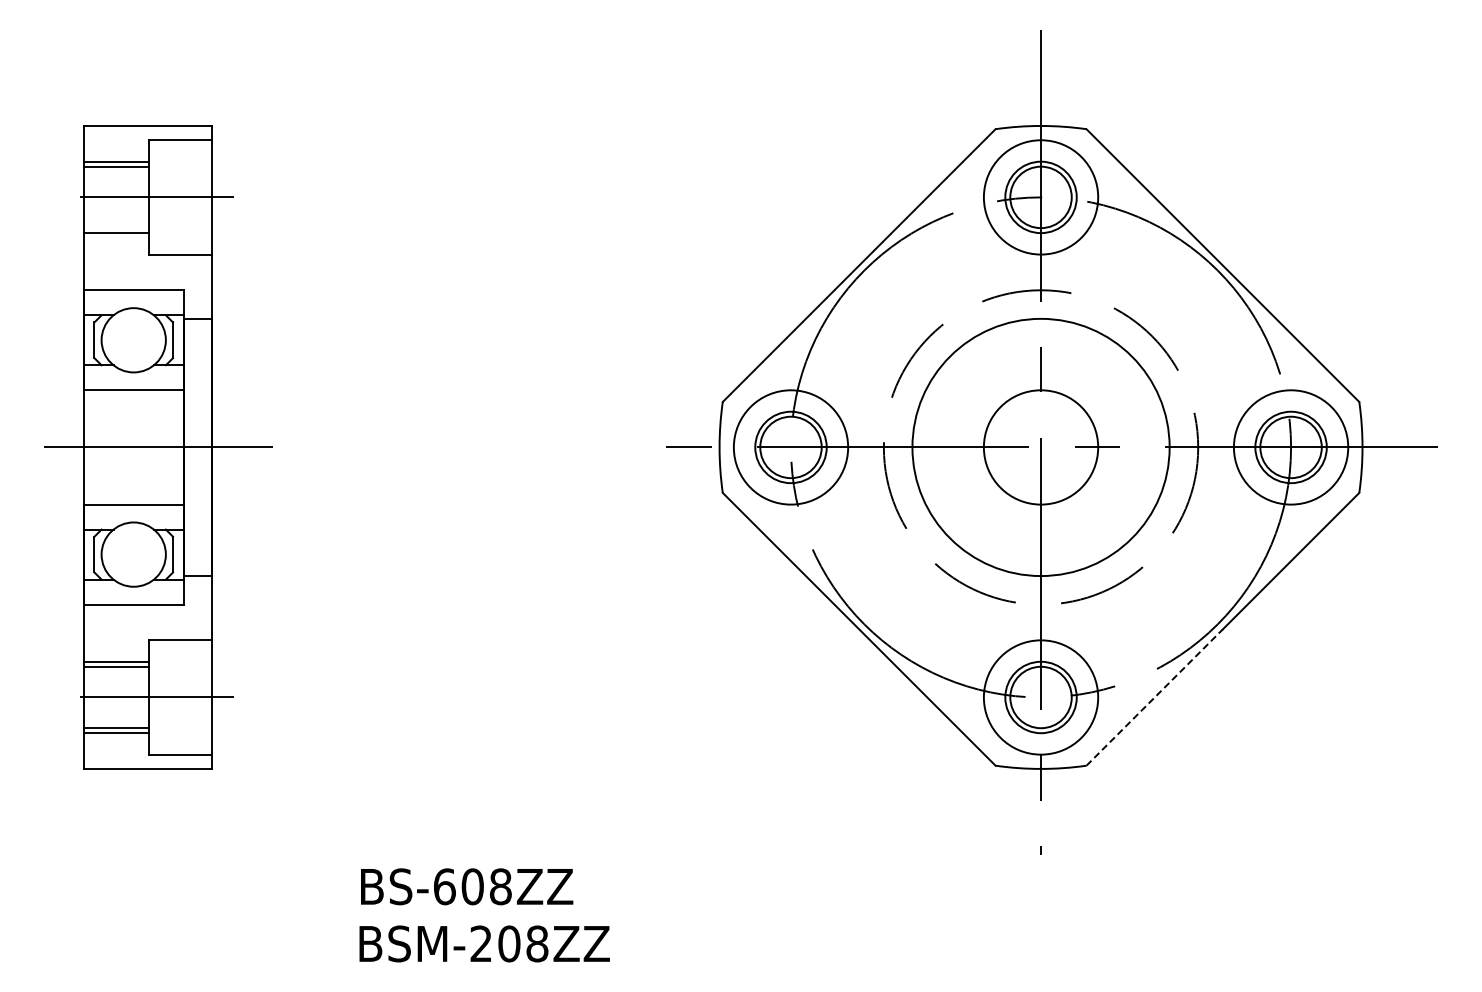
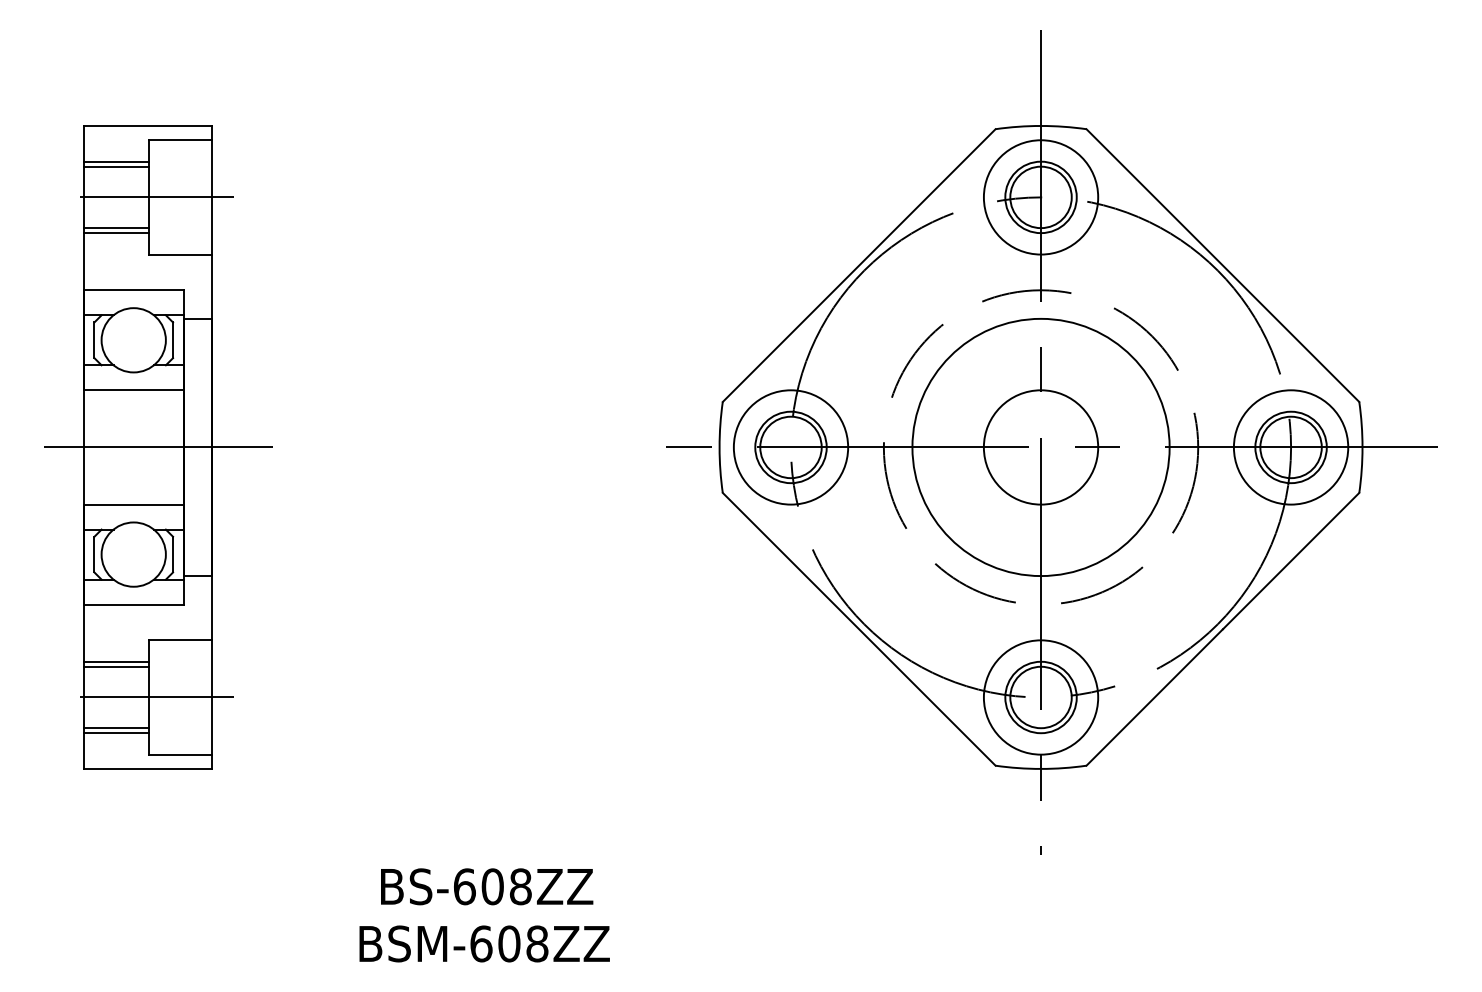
line at (116, 228): none -> present
line at (1155, 697): dashed -> solid
text at (467, 886) position: (467, 886) -> (487, 886)
text at (481, 943): BSM-208ZZ -> BSM-608ZZ
